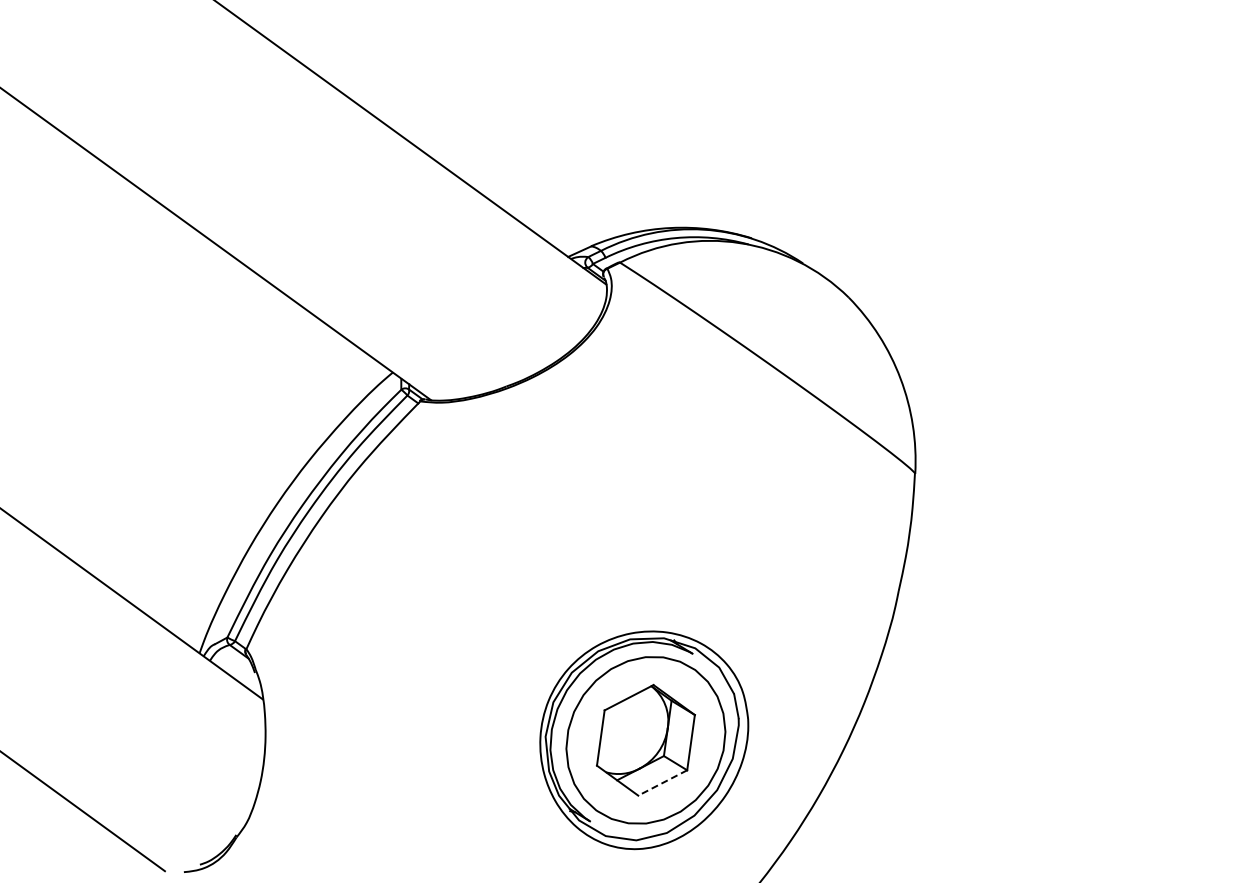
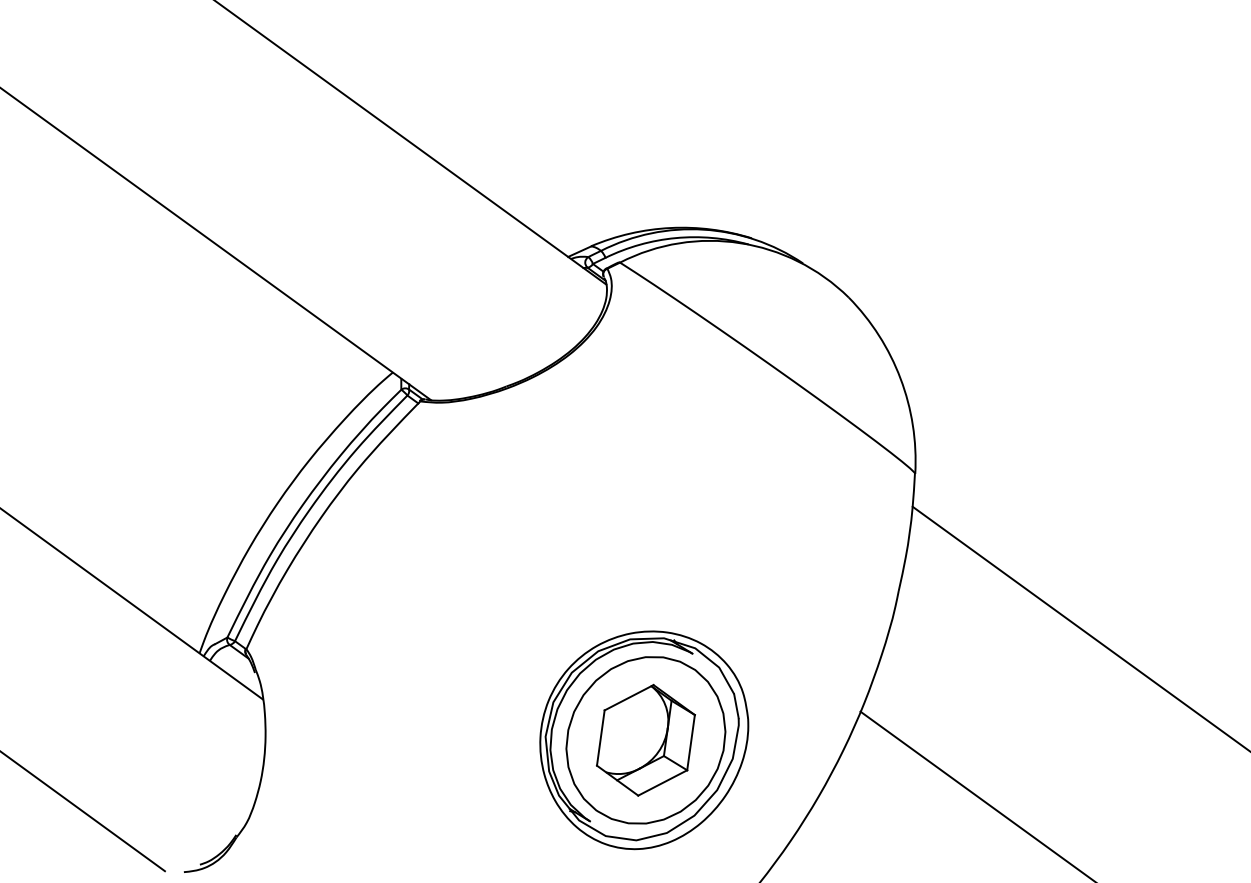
line at (1079, 627): none -> present
line at (662, 782): dashed -> solid
line at (976, 795): none -> present
